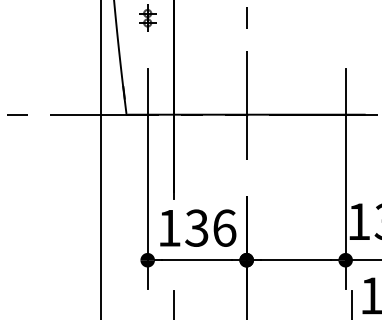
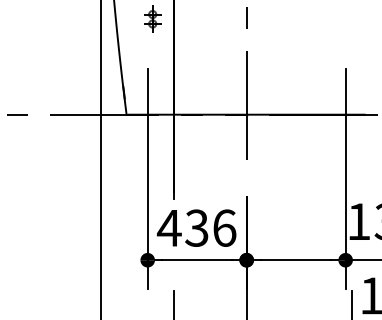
part at (147, 17) position: (147, 17) -> (152, 18)
text at (168, 228): 136 -> 436
